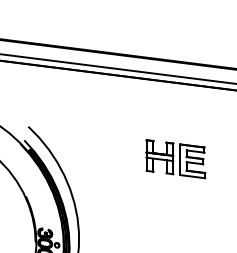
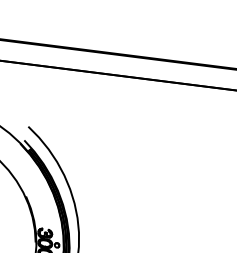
line at (117, 68): present -> none
part at (175, 159): present -> none
